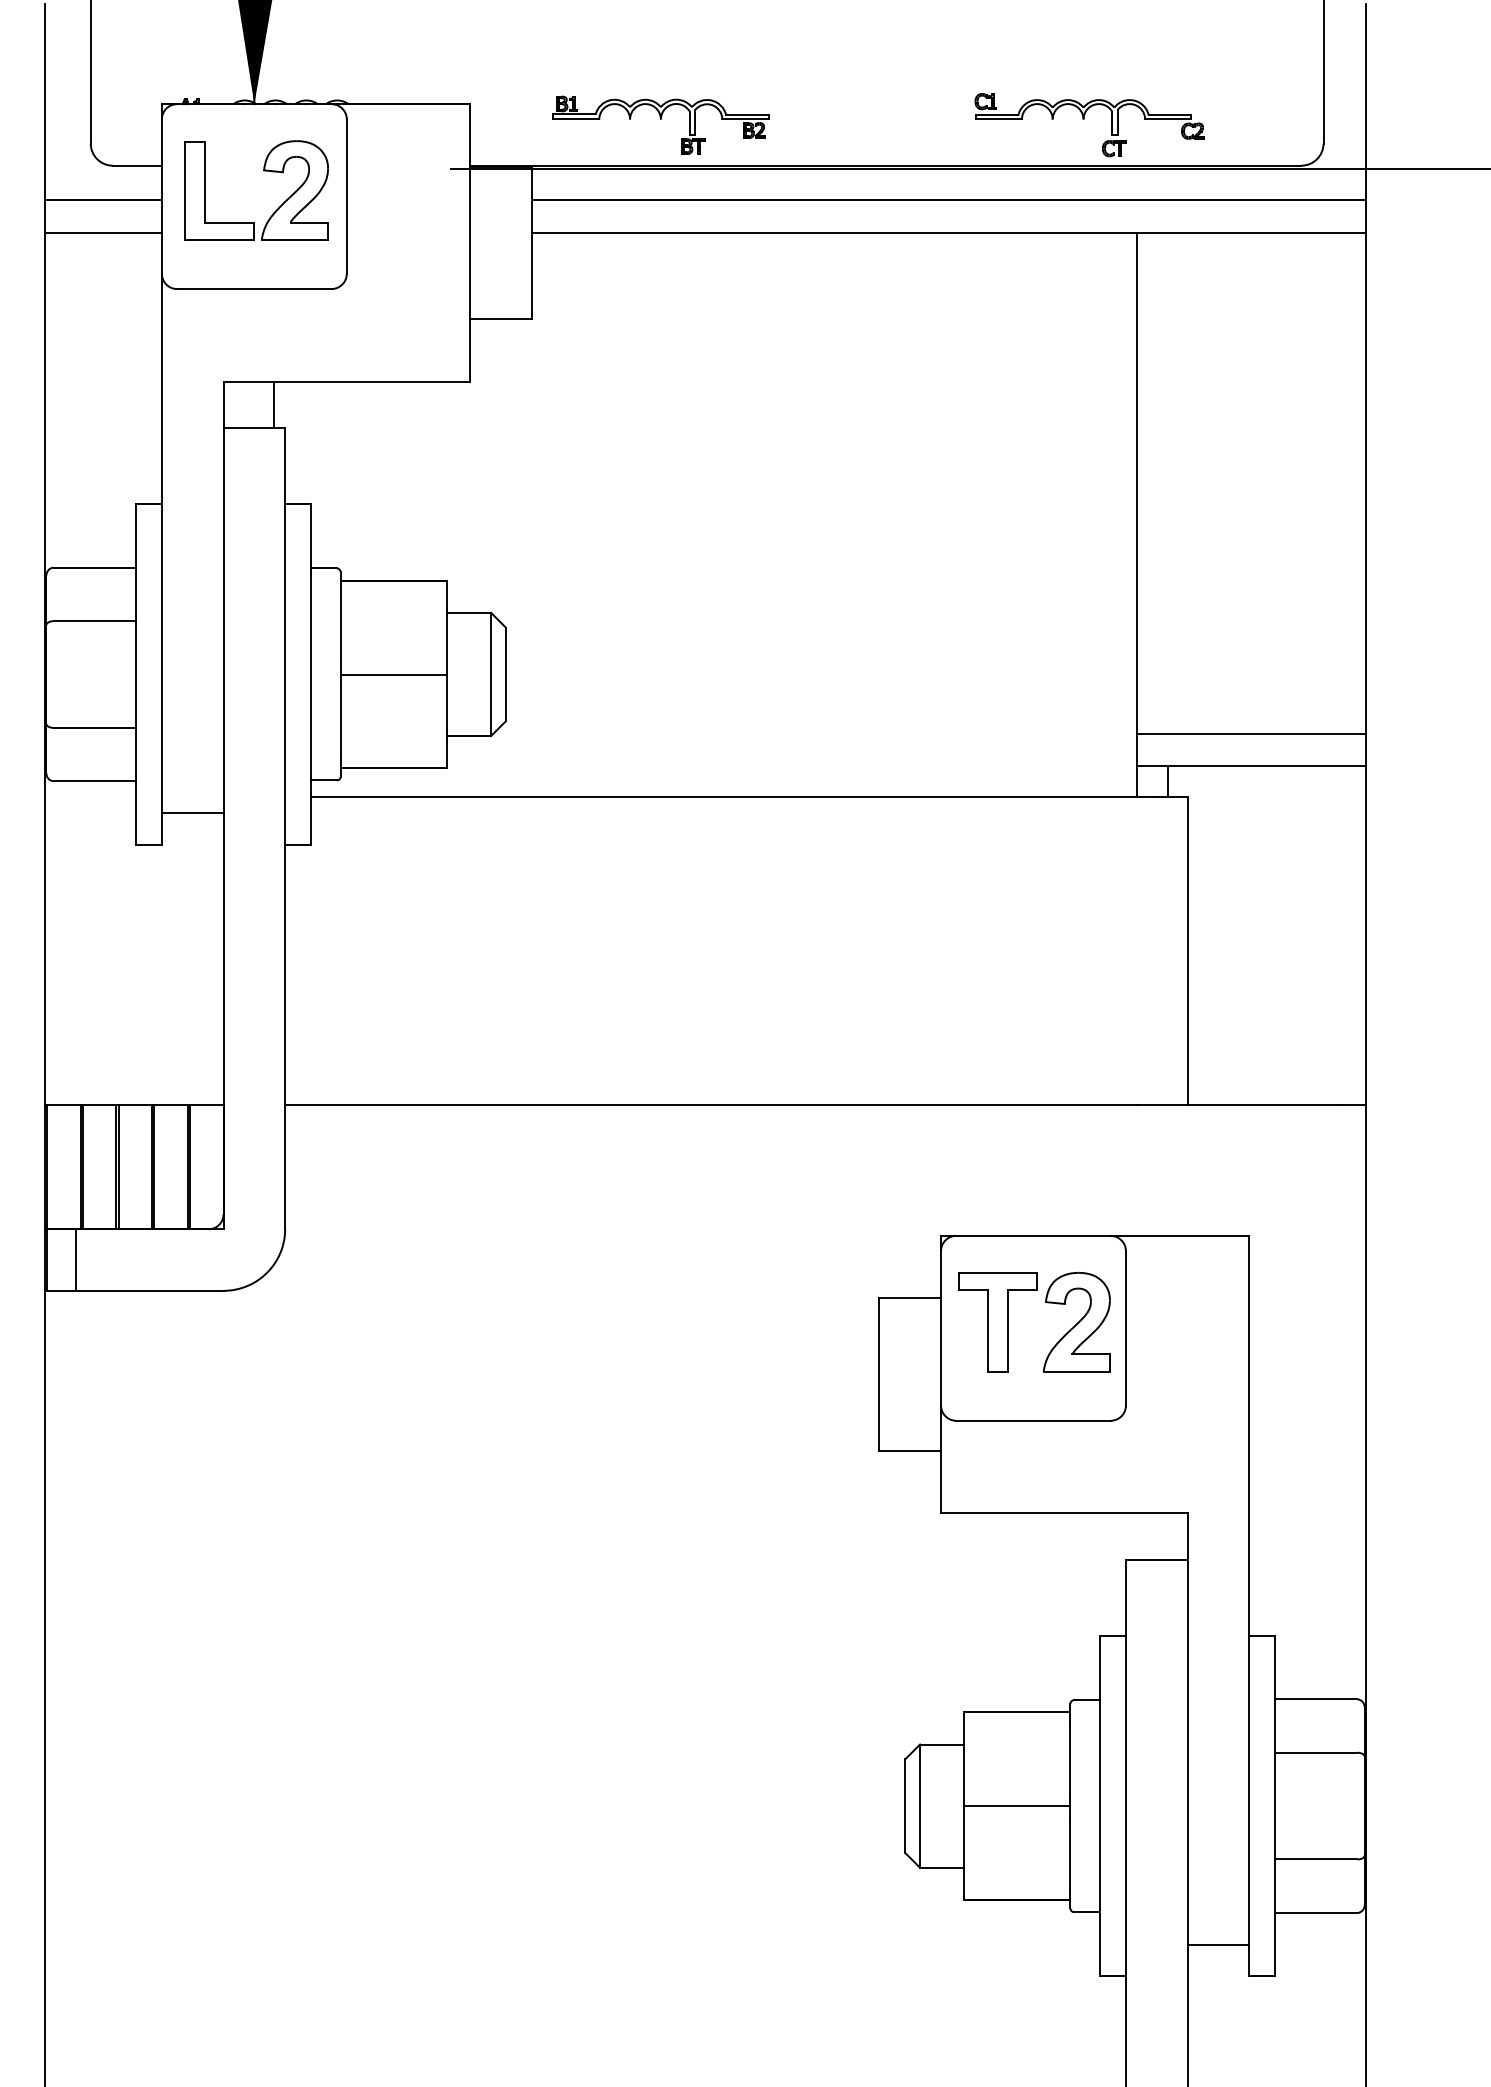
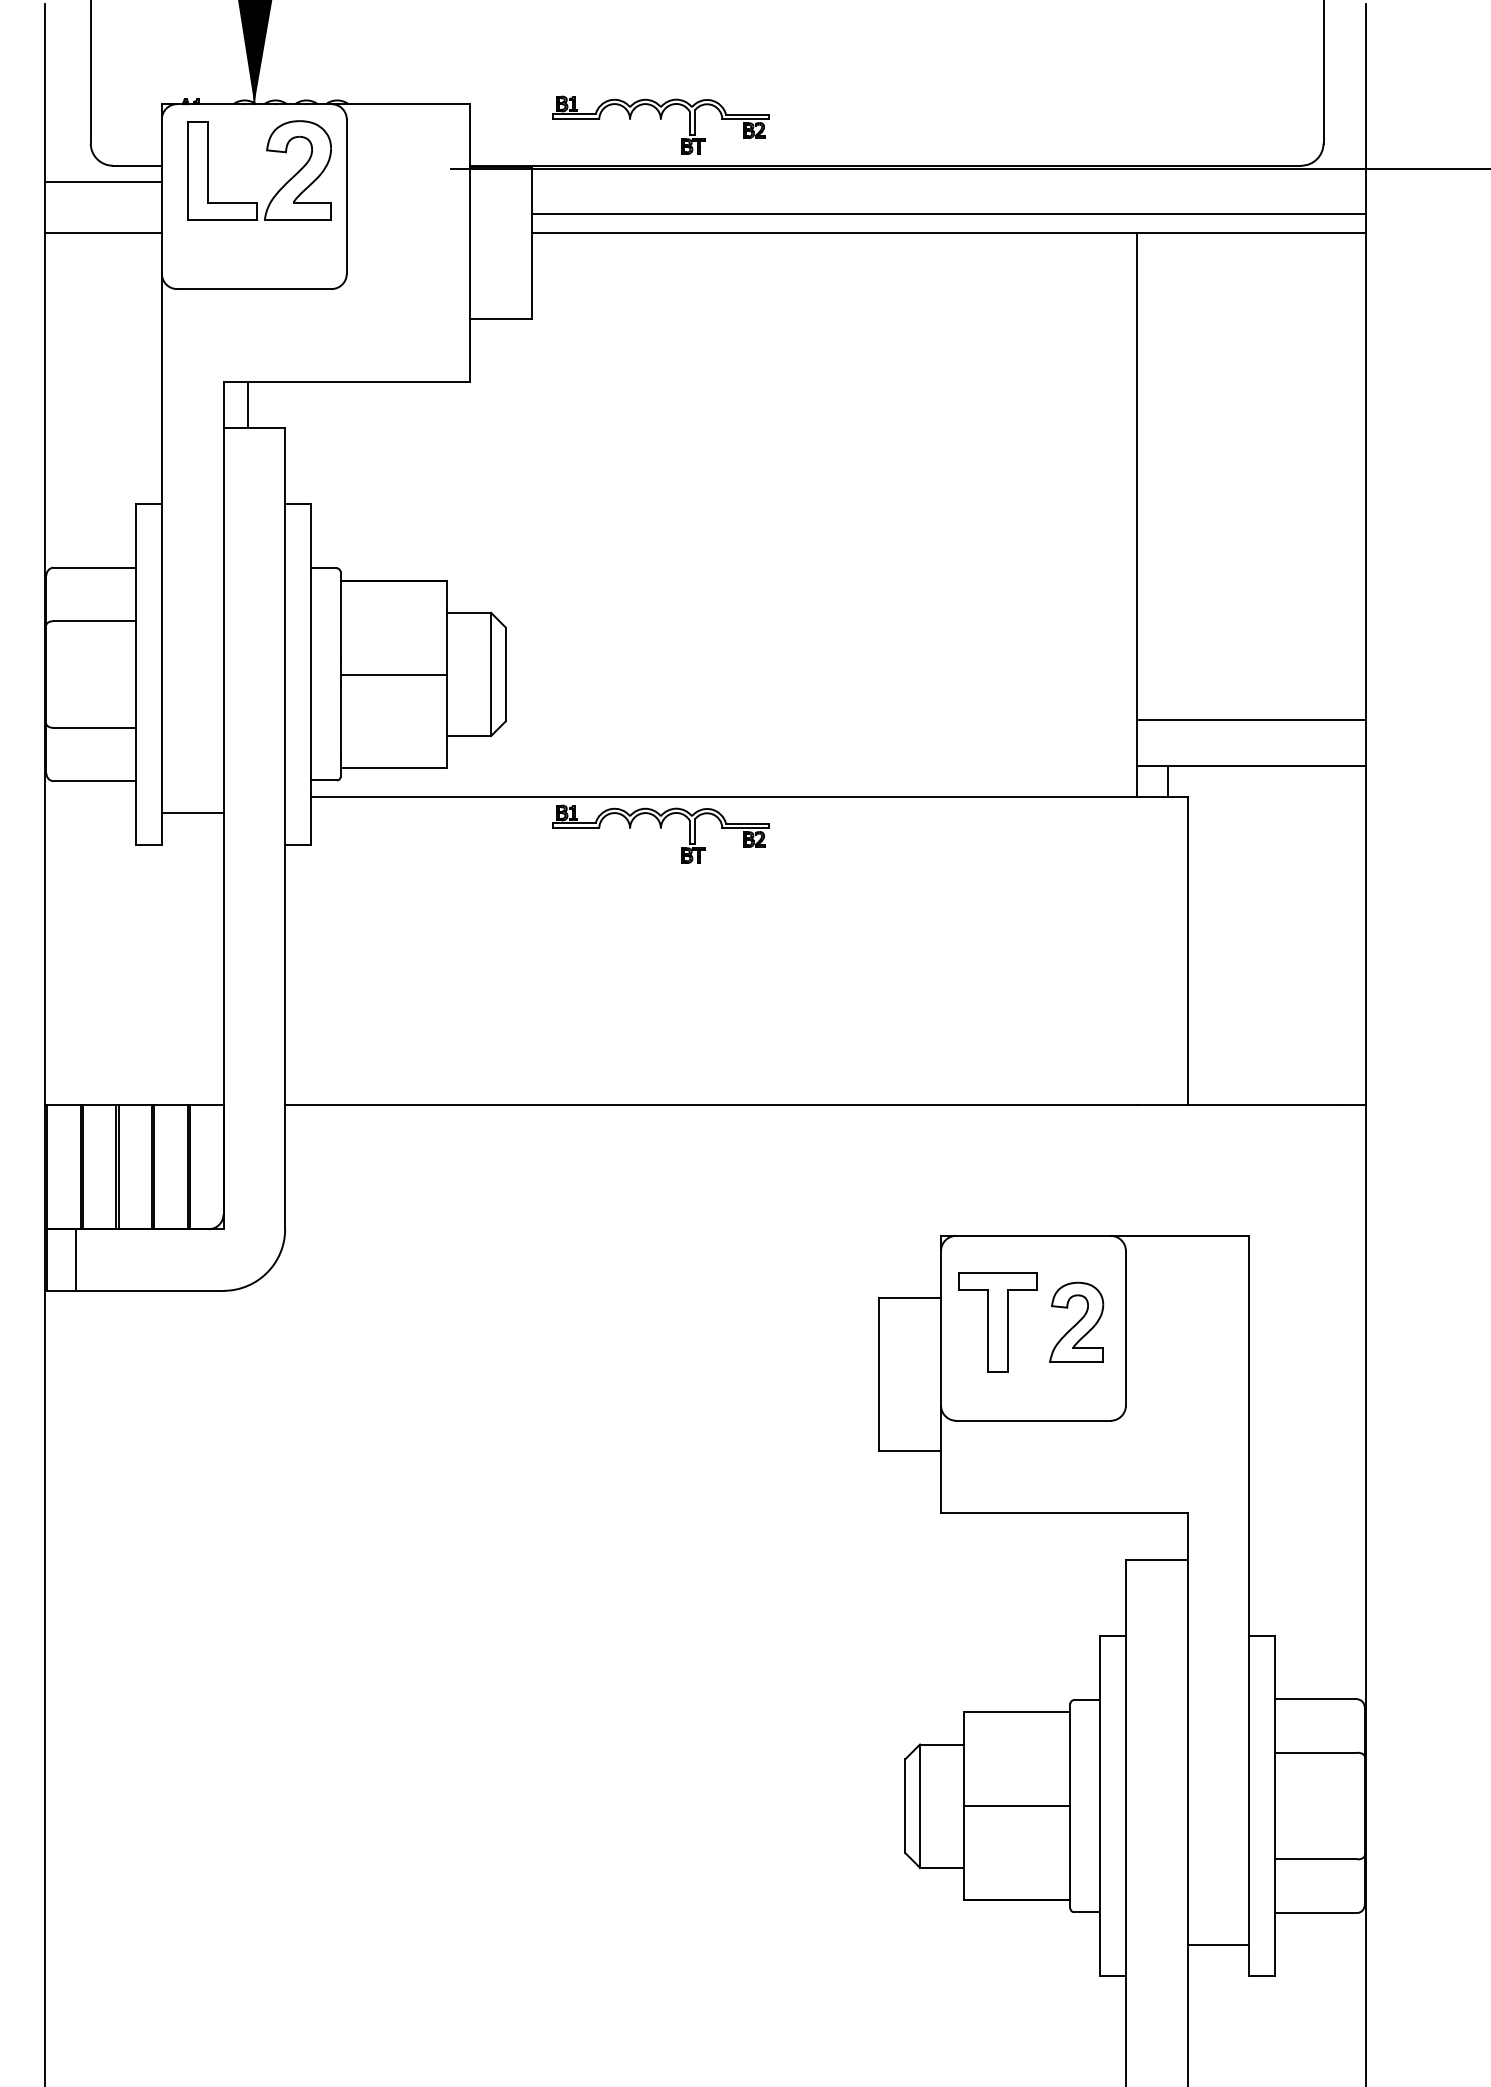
part at (1084, 119): present -> none
part at (263, 171) position: (263, 171) -> (266, 151)
line at (102, 200) position: (102, 200) -> (102, 182)
line at (948, 200) position: (948, 200) -> (948, 214)
line at (274, 404) position: (274, 404) -> (248, 404)
line at (1251, 733) position: (1251, 733) -> (1251, 719)
part at (660, 833): none -> present
part at (1076, 1322) size: 69x101 px -> 56x82 px
